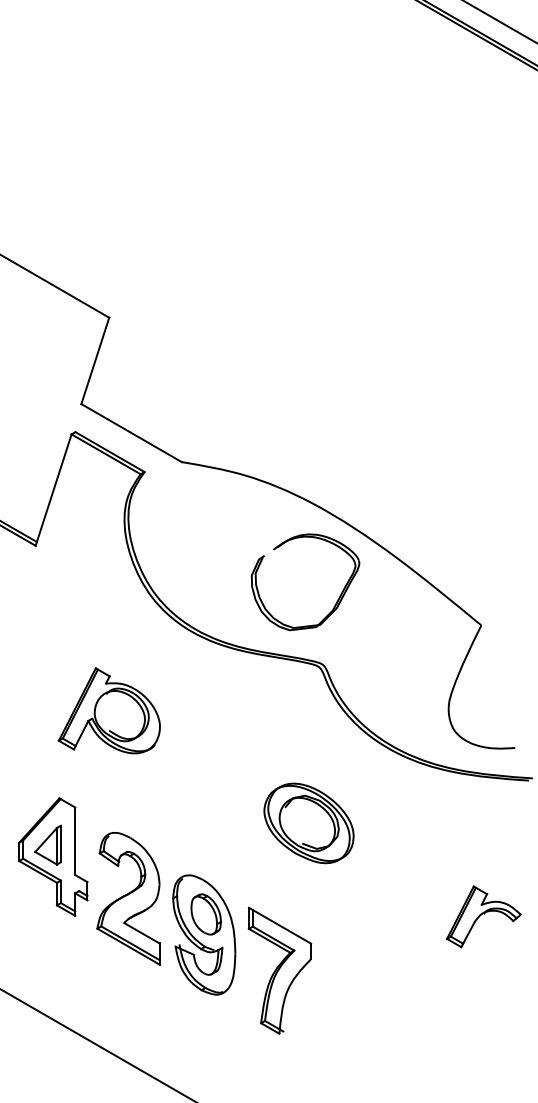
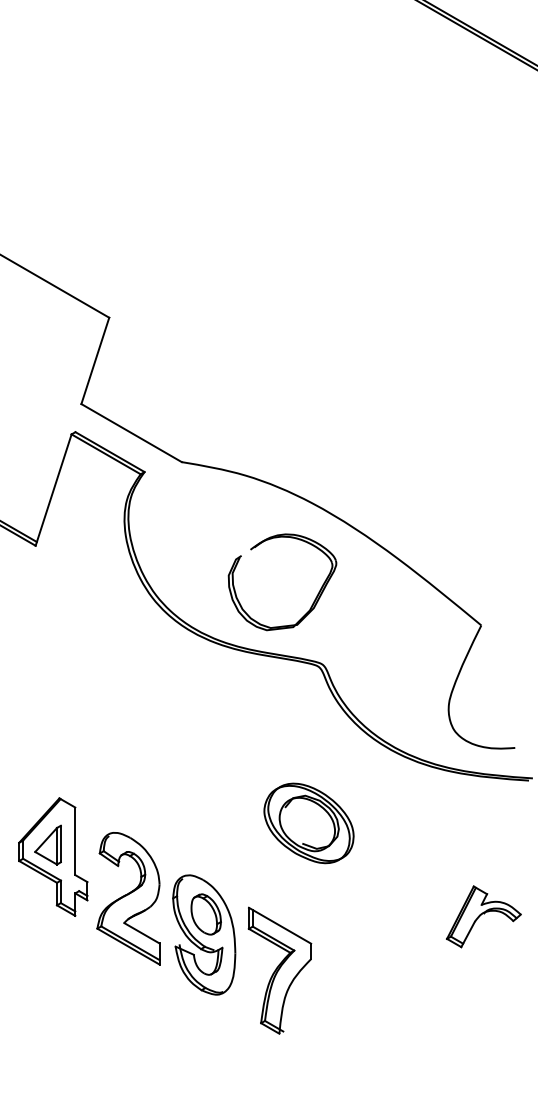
line at (499, 22): present -> none
part at (337, 599) position: (337, 599) -> (314, 599)
part at (108, 710): present -> none
line at (96, 1044): present -> none
